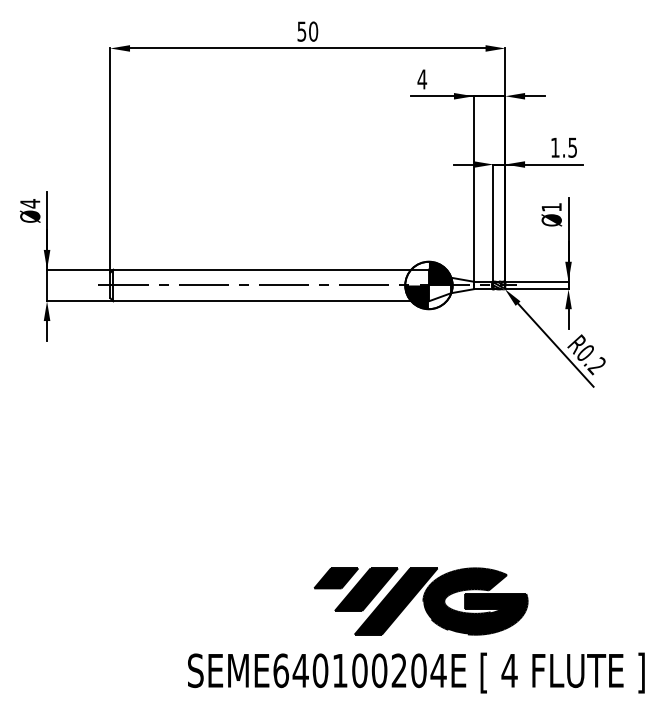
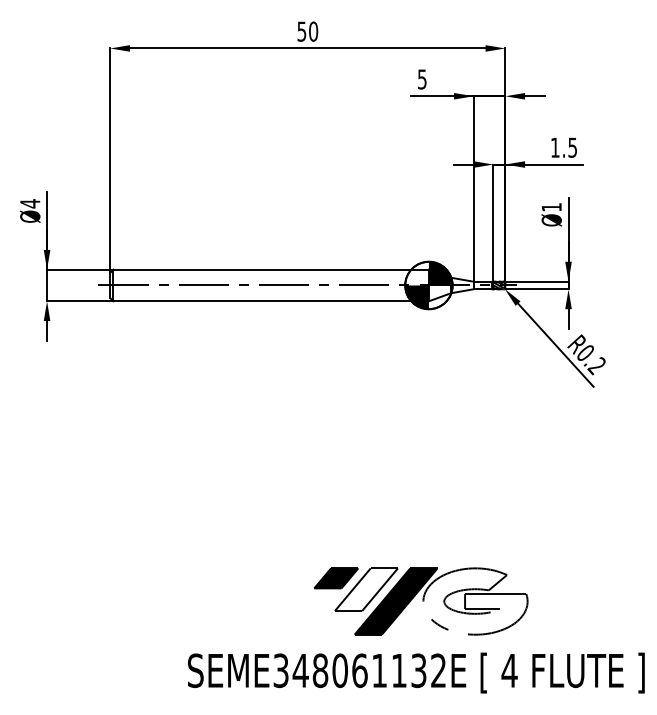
text at (422, 79): 4 -> 5
fill at (365, 589): present -> none
fill at (475, 601): present -> none
text at (359, 670): SEME640100204E -> SEME348061132E
